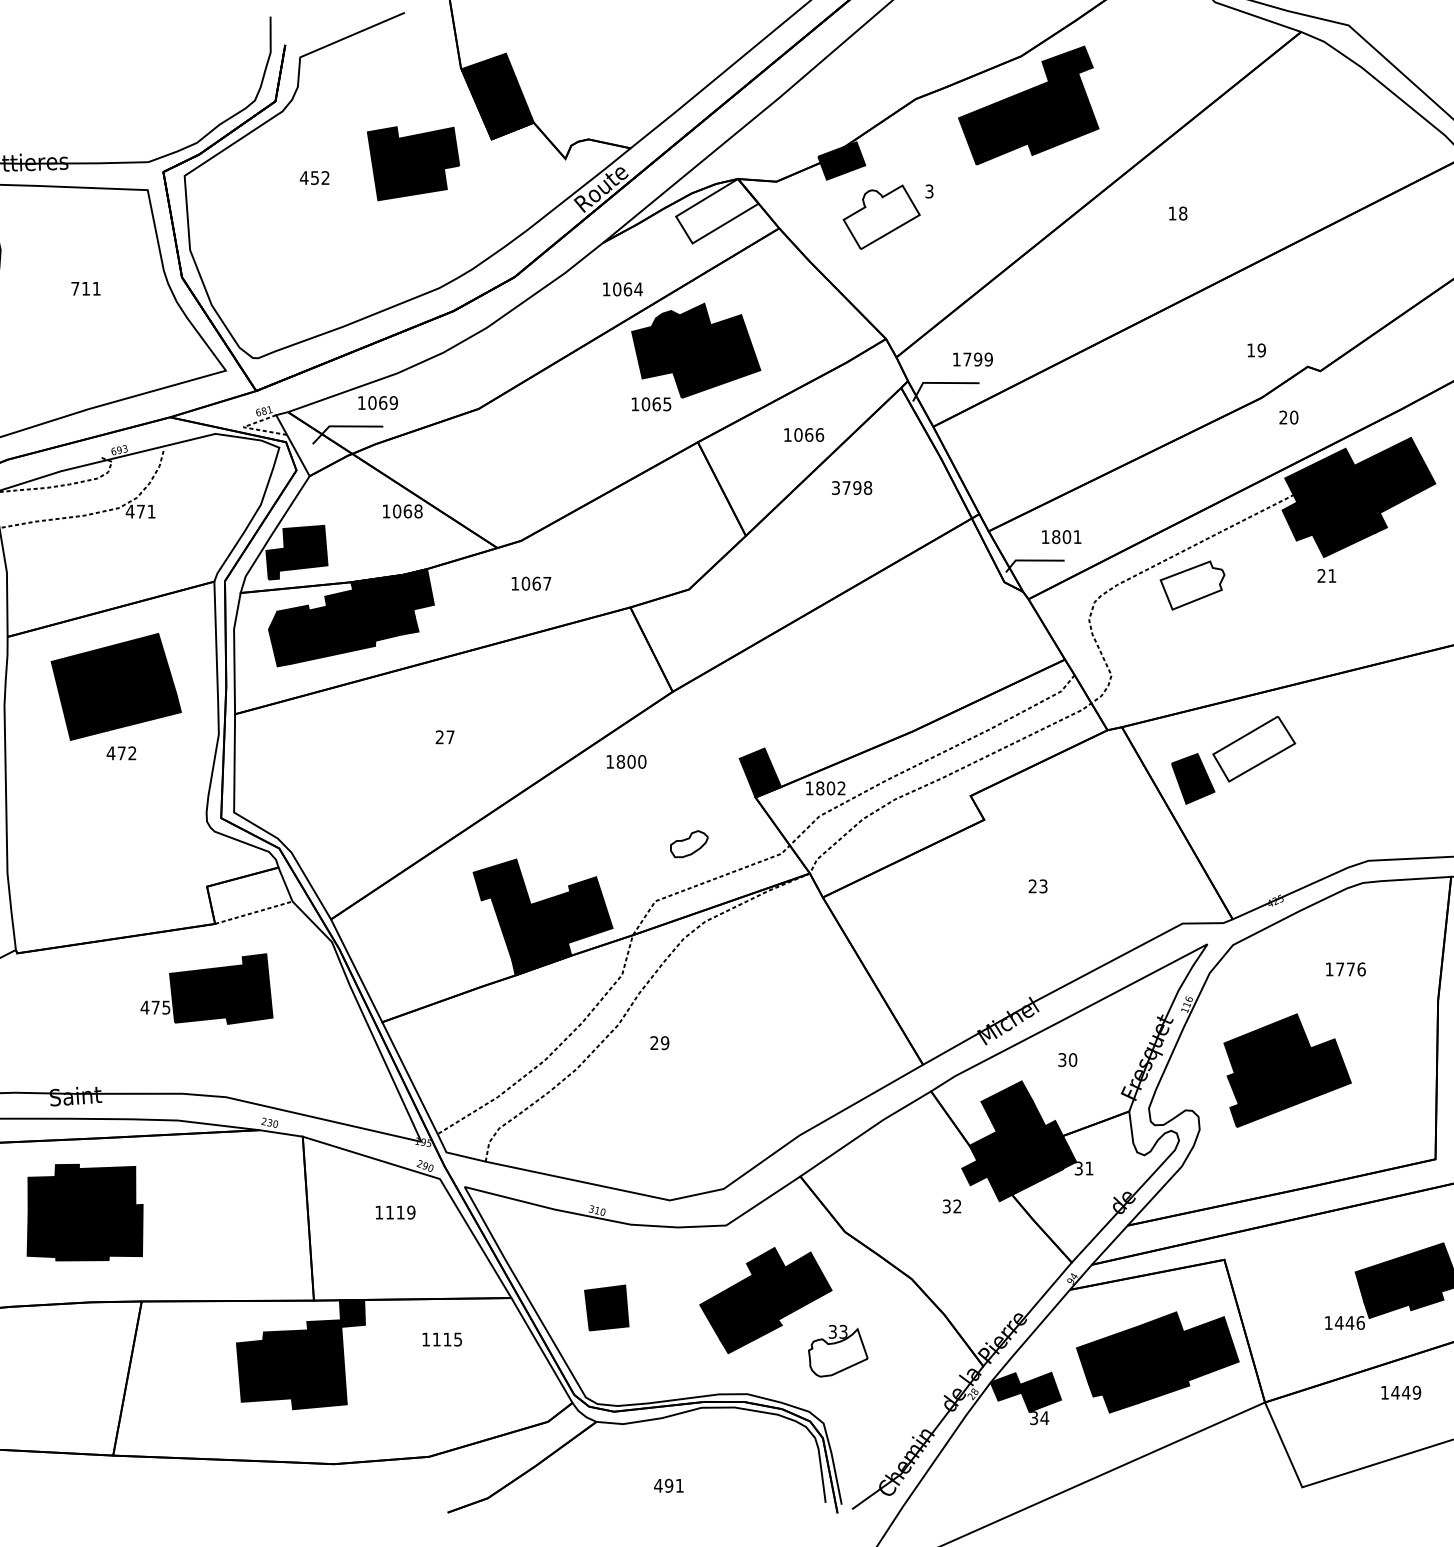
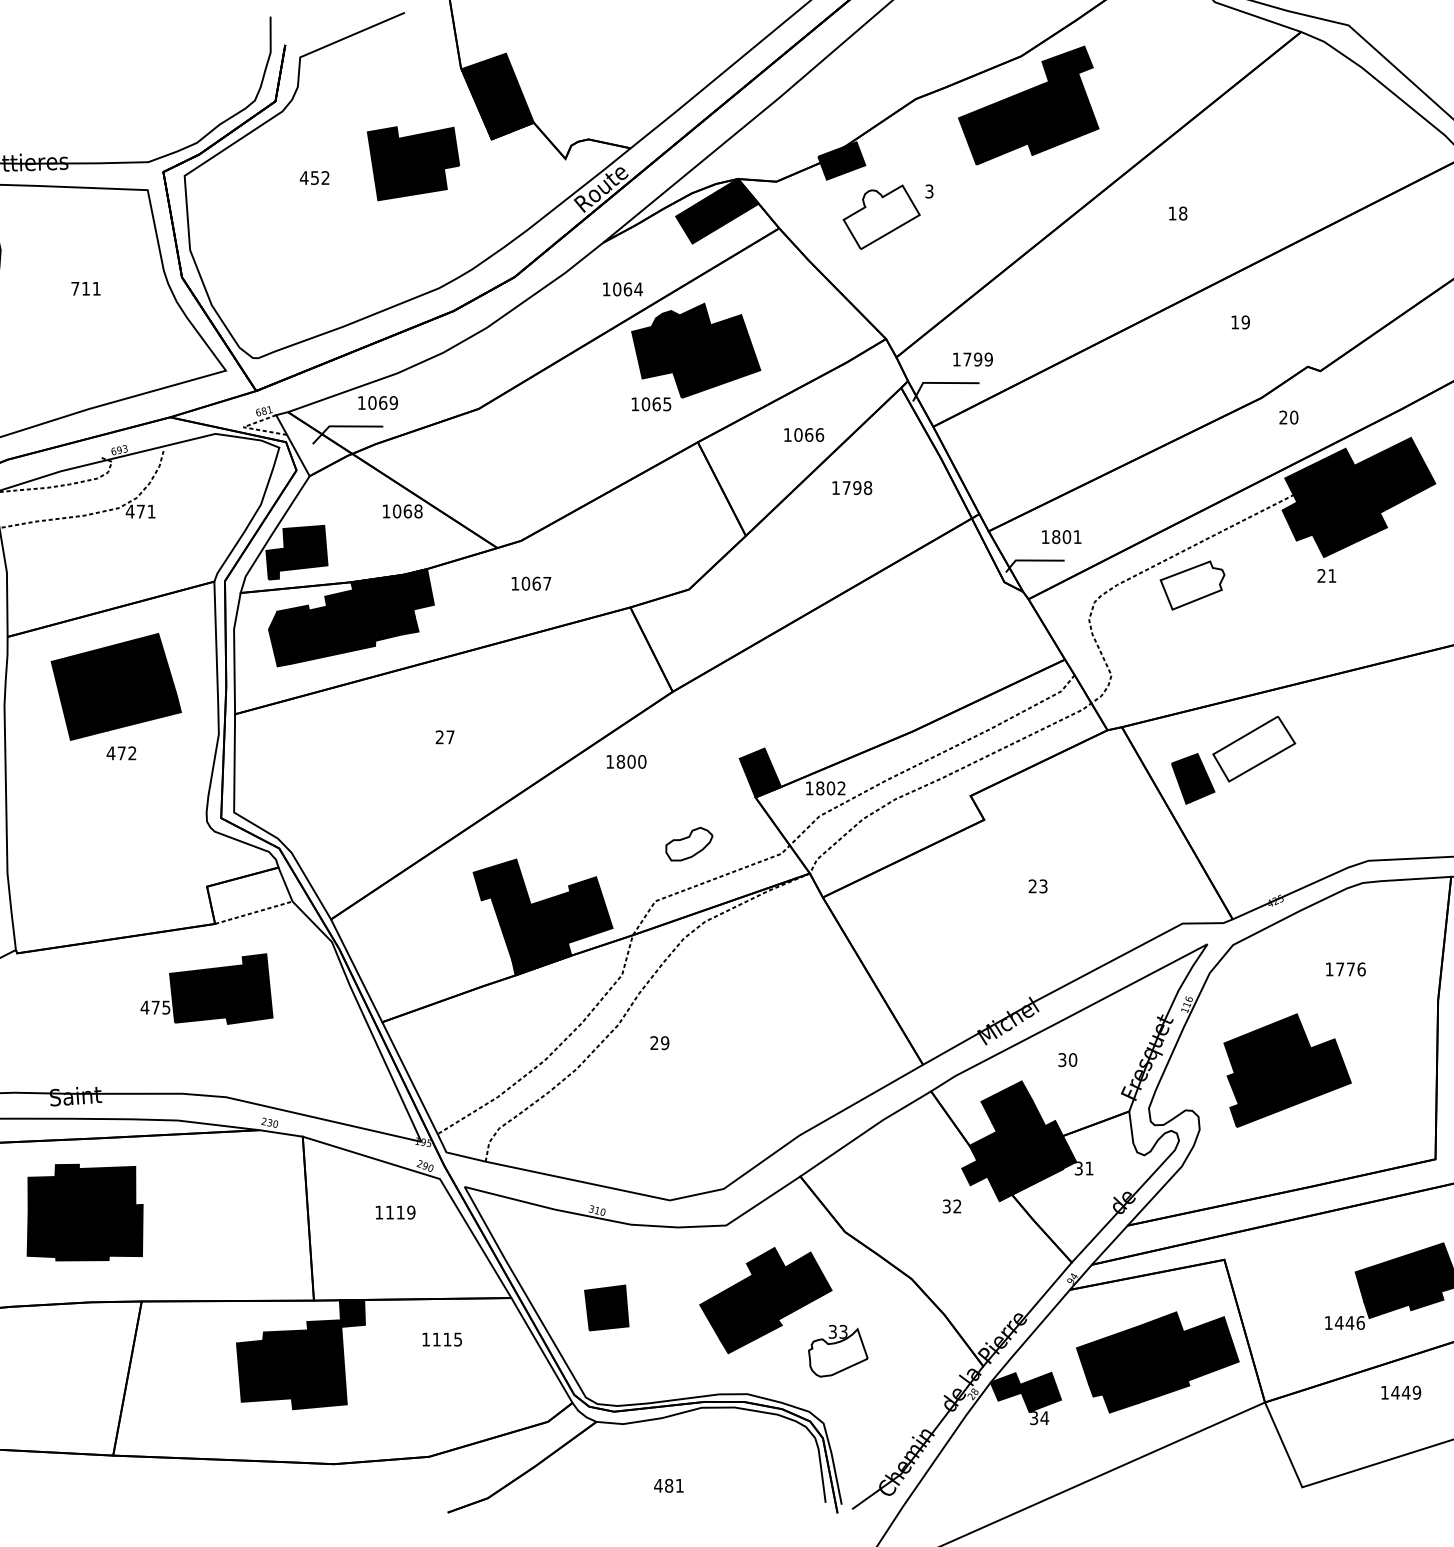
fill at (717, 211): none -> present
text at (1256, 350) position: (1256, 350) -> (1240, 322)
text at (835, 488): 3798 -> 1798
part at (689, 844) size: 39x29 px -> 49x36 px
text at (669, 1485): 491 -> 481
